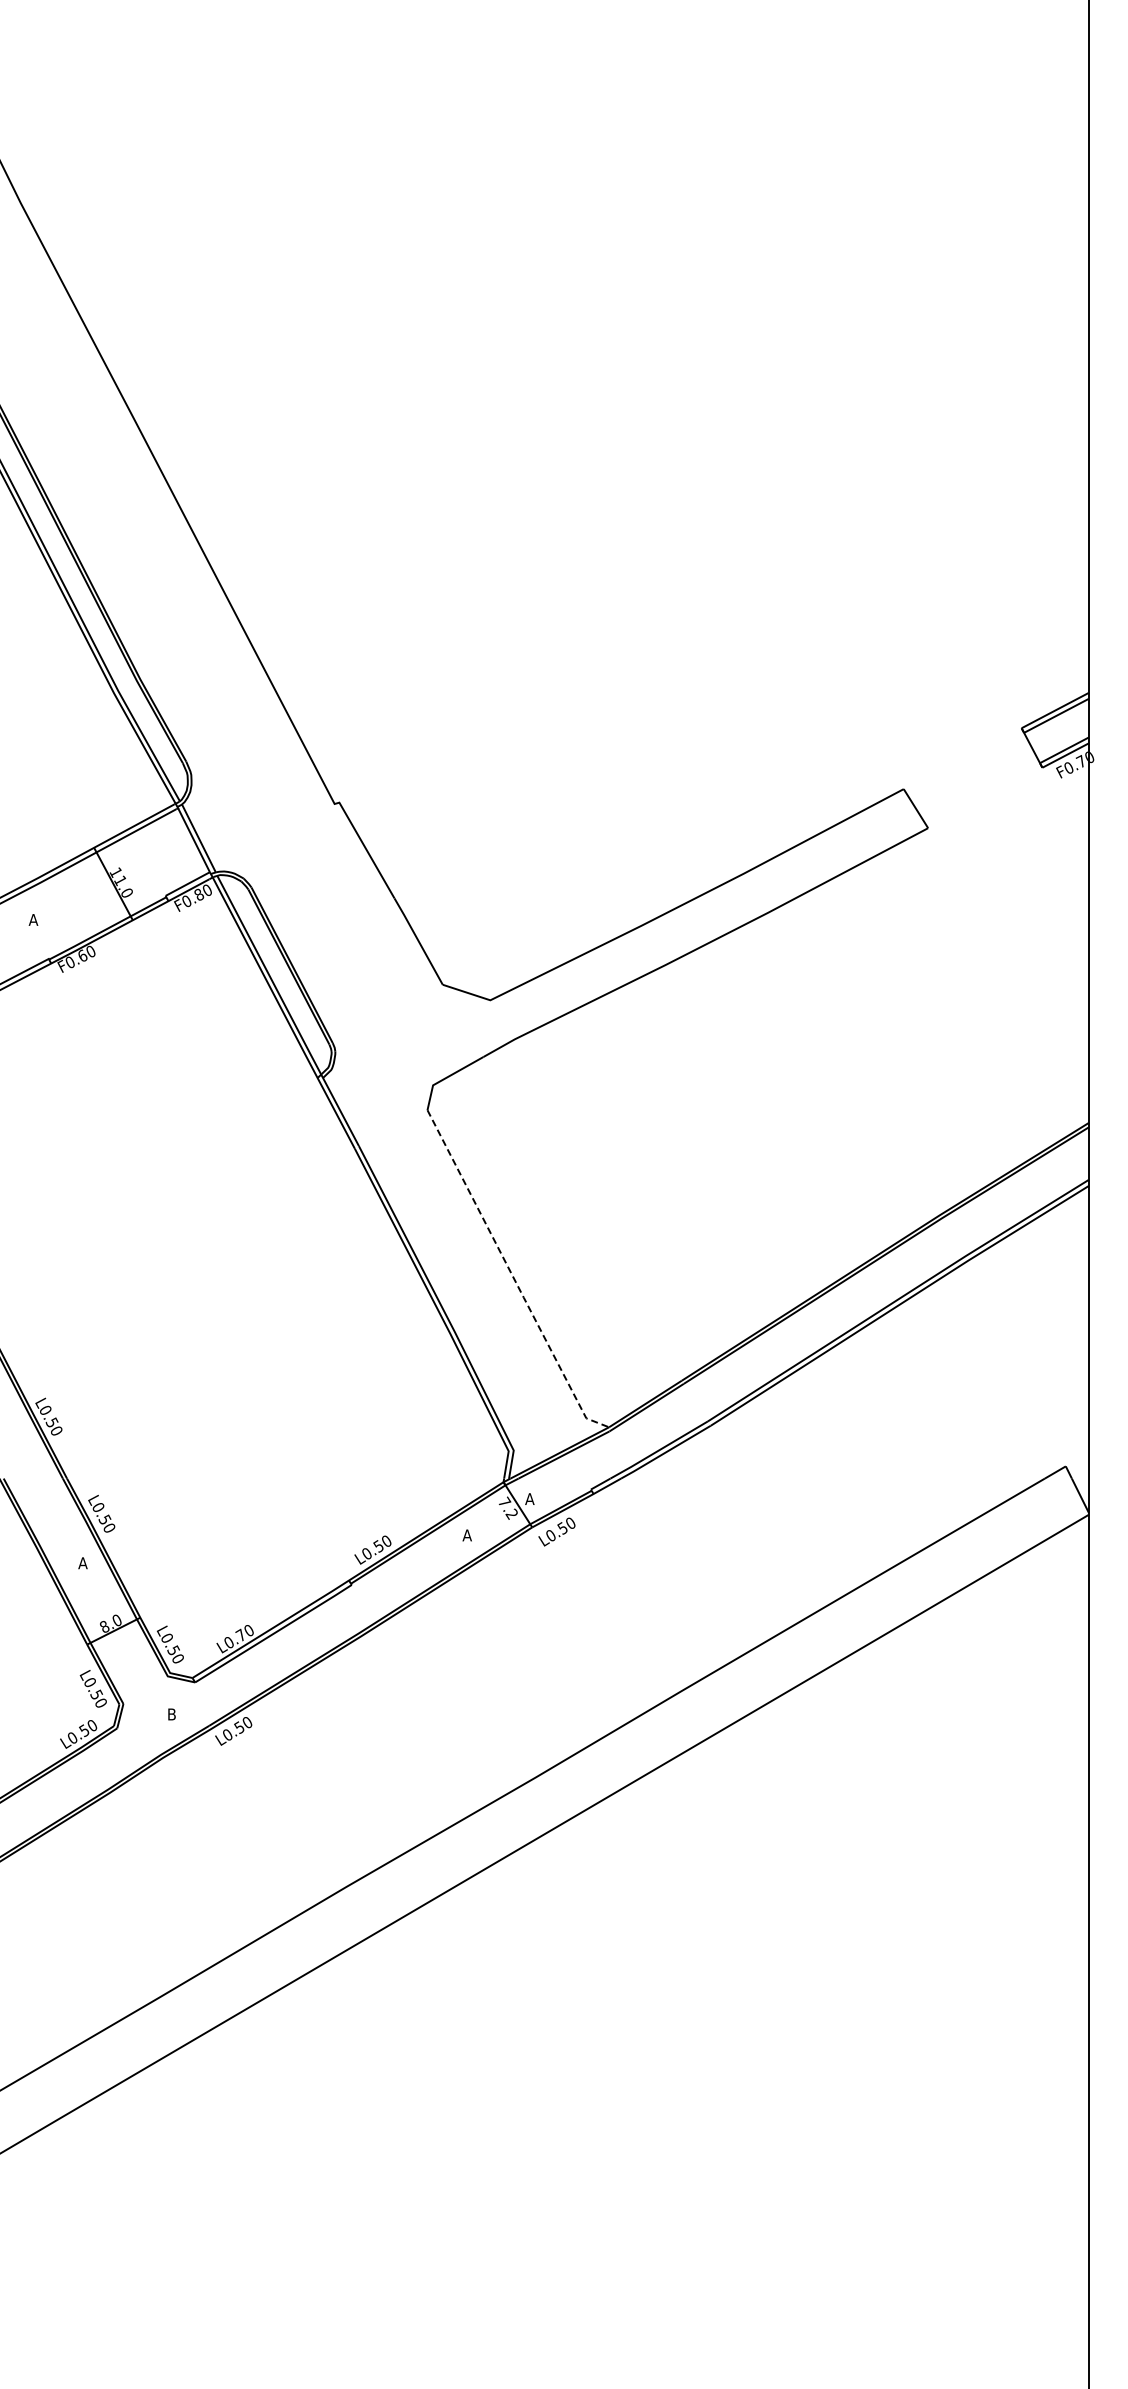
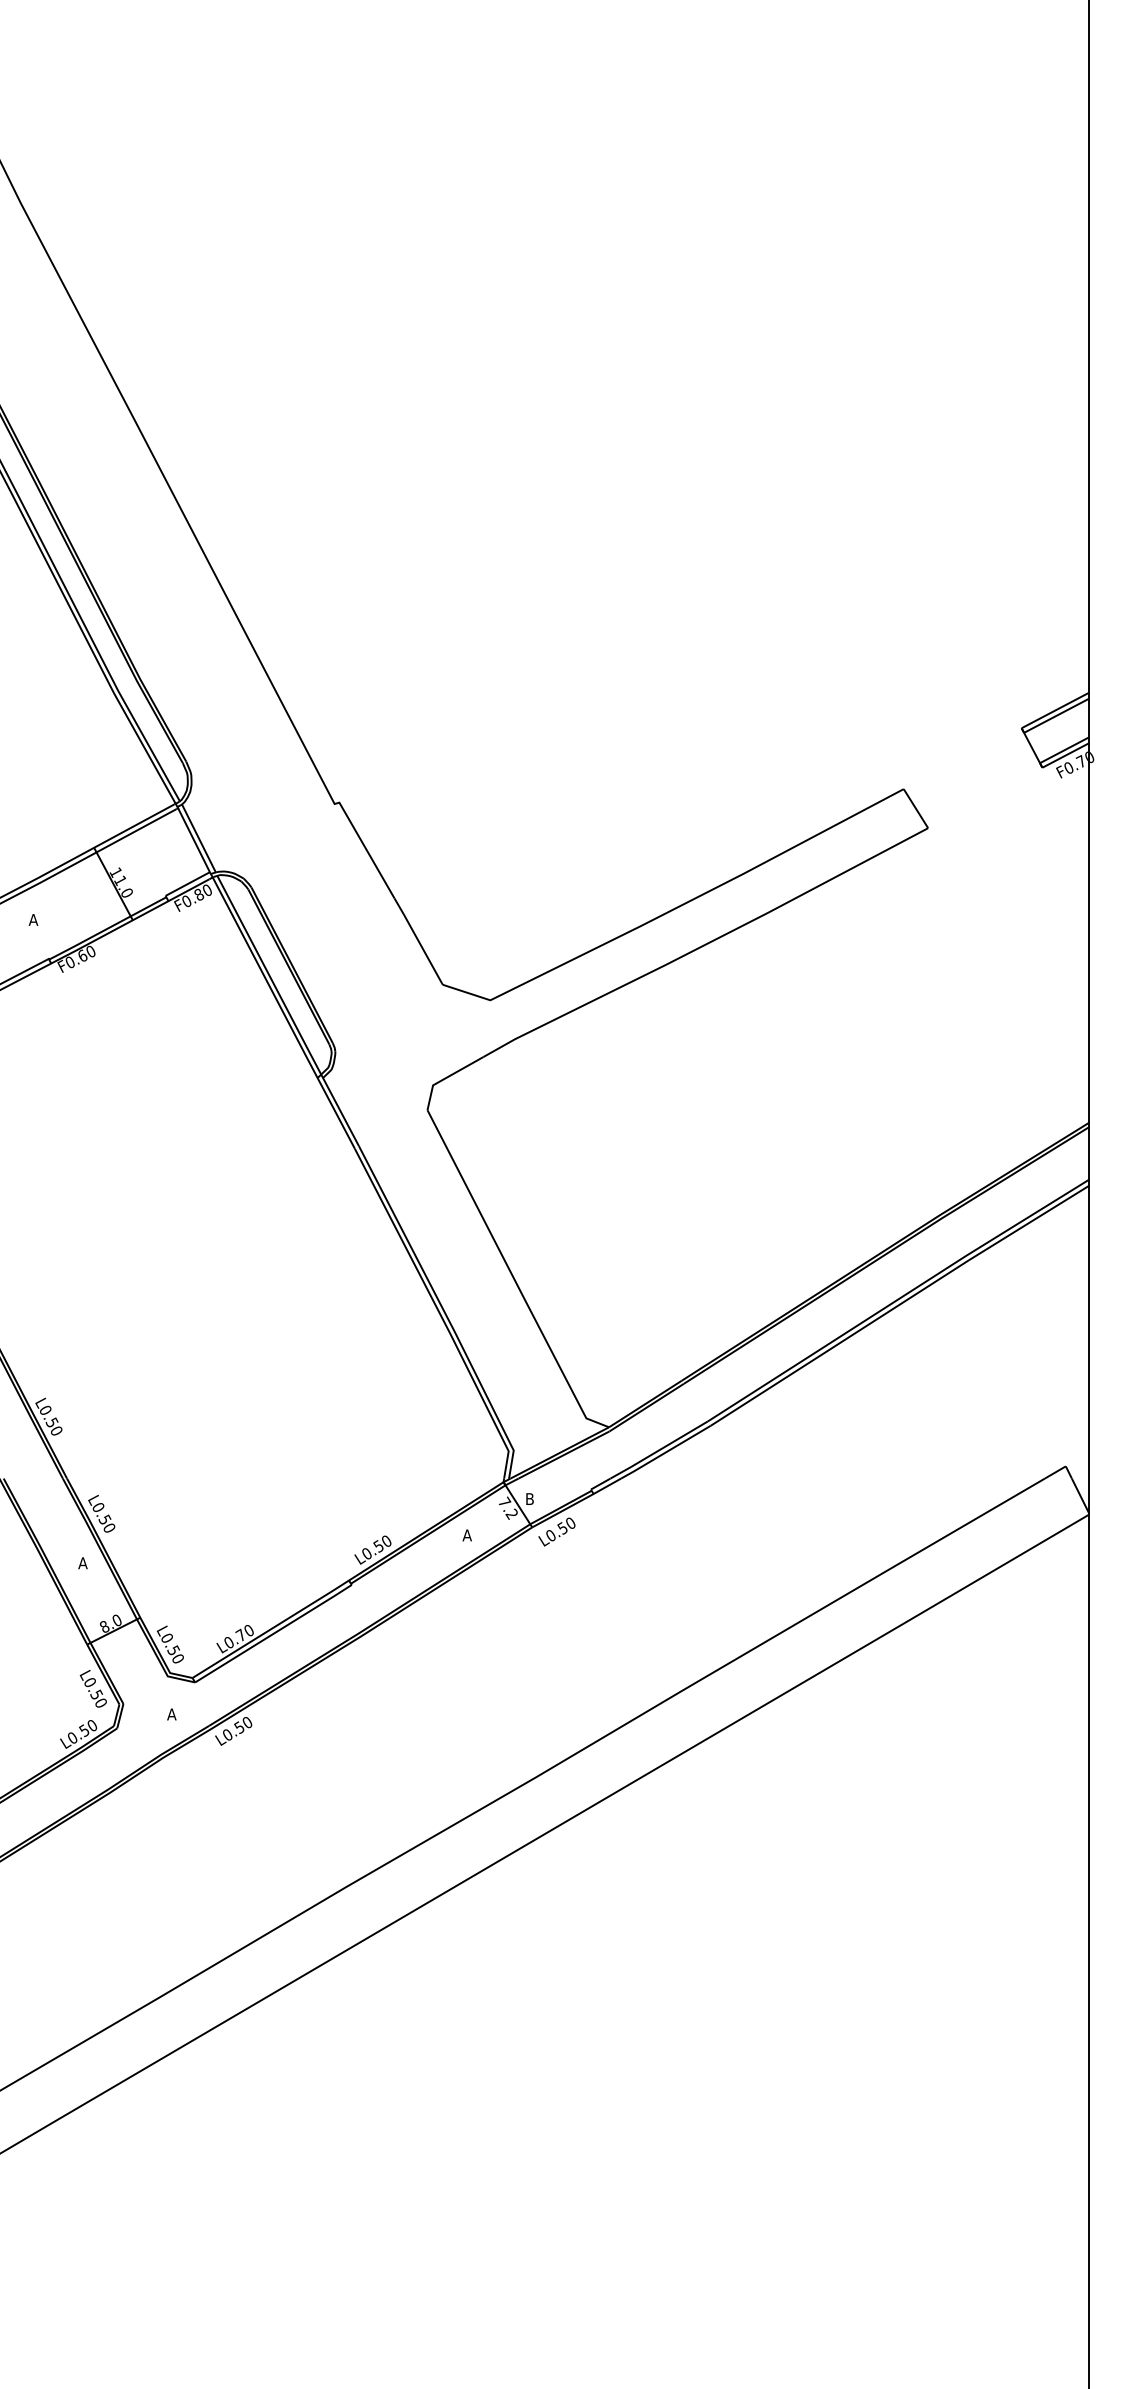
line at (512, 1276): dashed -> solid
text at (529, 1498): A -> B
text at (171, 1714): B -> A
